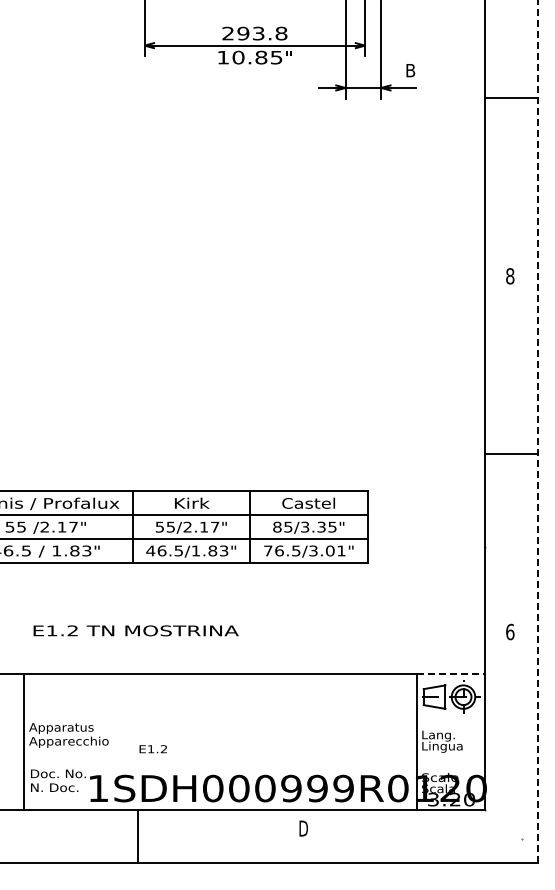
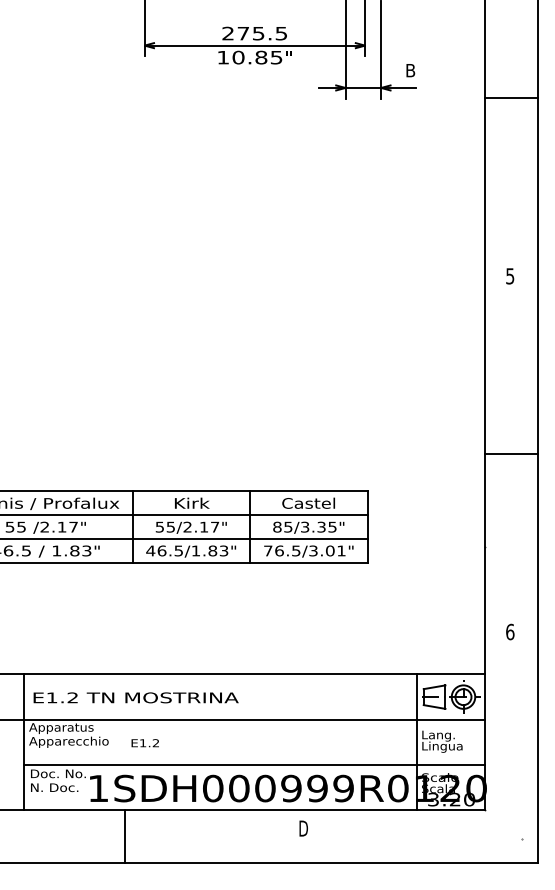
text at (262, 33): 293.8 -> 275.5
text at (510, 276): 8 -> 5
line at (538, 431): dashed -> solid
text at (135, 630) position: (135, 630) -> (135, 697)
line at (451, 674): dashed -> solid
line at (243, 719): none -> present
text at (152, 749) position: (152, 749) -> (144, 743)
line at (254, 764): none -> present
line at (137, 836) position: (137, 836) -> (124, 836)
